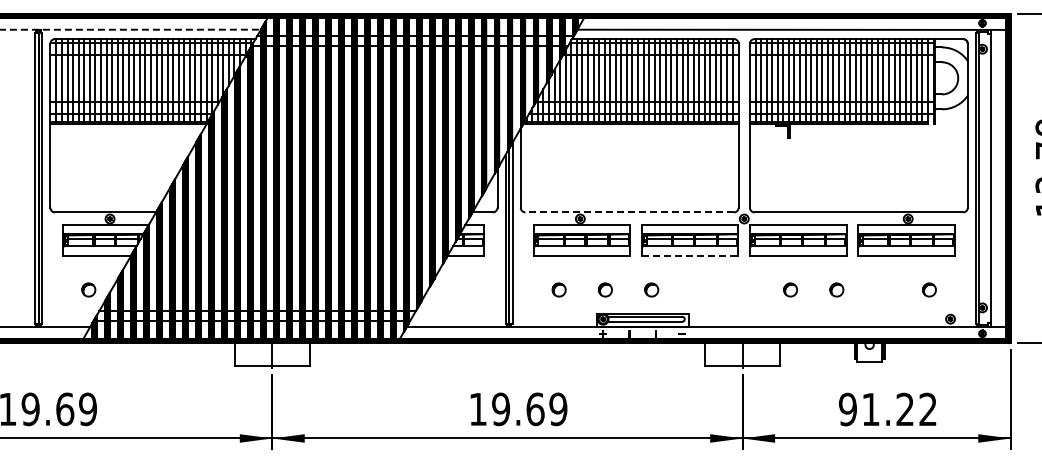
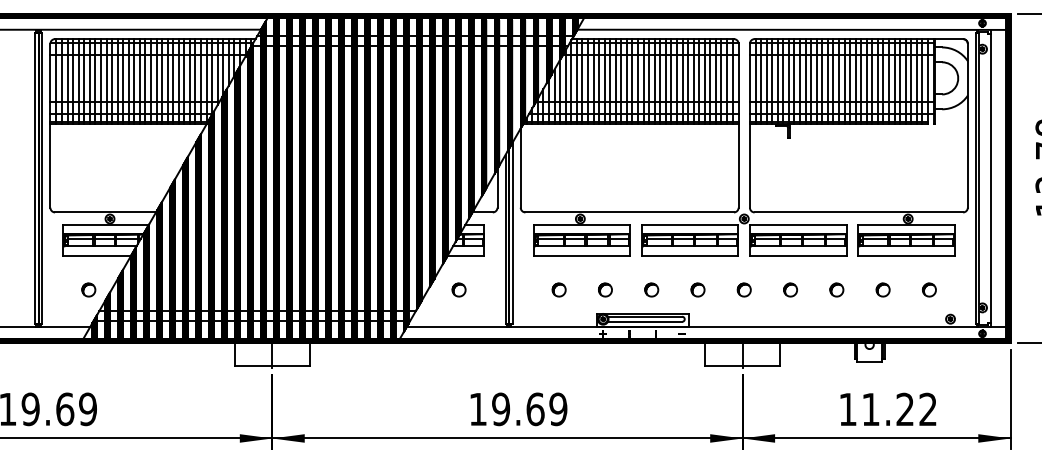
line at (131, 29): dashed -> solid
line at (629, 212): dashed -> solid
line at (690, 255): dashed -> solid
part at (458, 289): none -> present
part at (697, 289): none -> present
part at (743, 289): none -> present
part at (882, 289): none -> present
text at (847, 409): 91.22 -> 11.22
